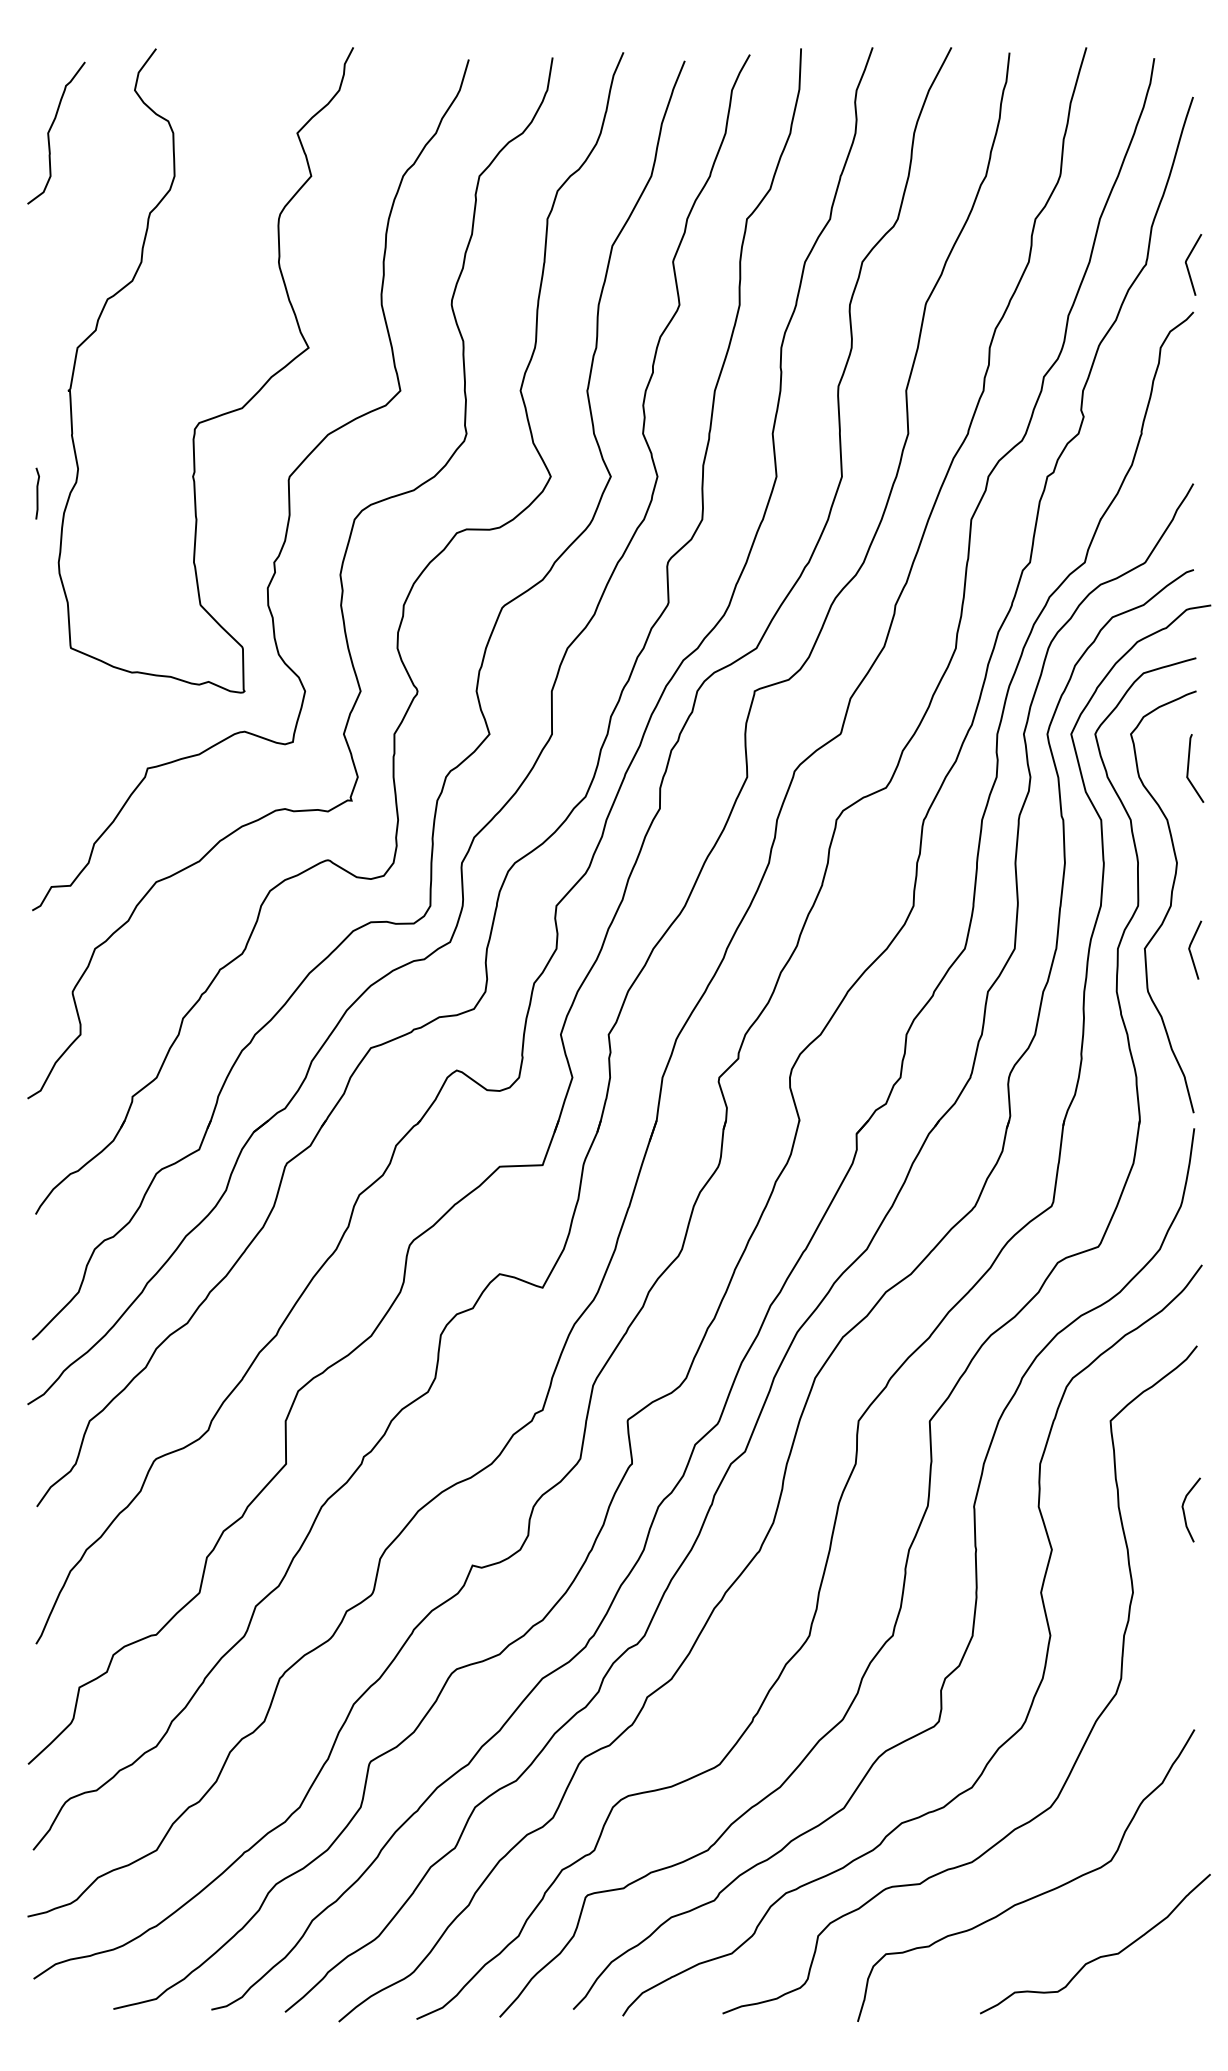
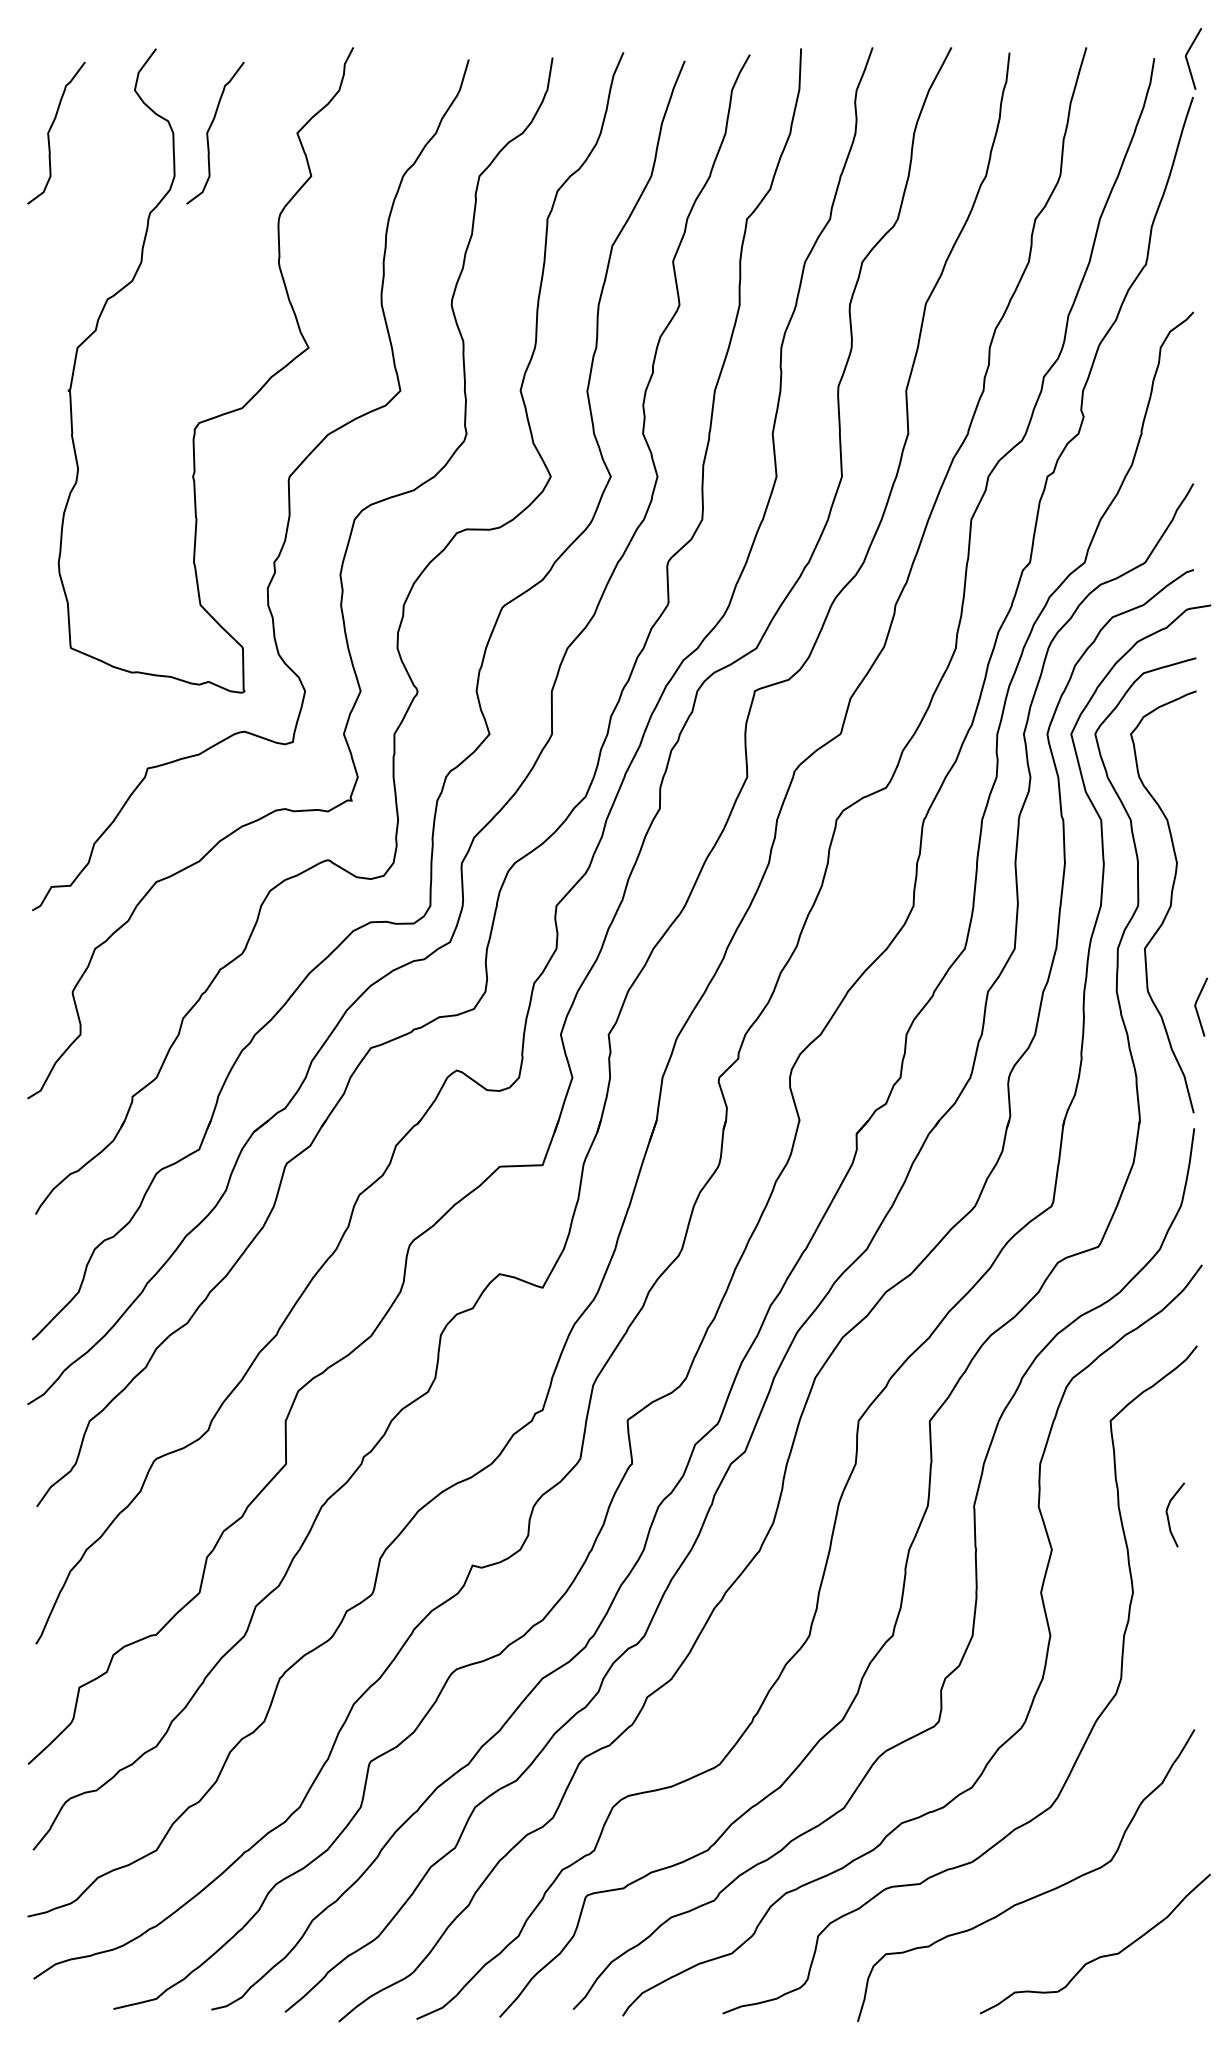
curve at (209, 130): none -> present
curve at (1188, 267) position: (1188, 267) -> (1188, 61)
line at (37, 493): present -> none
curve at (1189, 765): present -> none
line at (1190, 949) position: (1190, 949) -> (1196, 1006)
curve at (1184, 1509) position: (1184, 1509) -> (1168, 1514)
